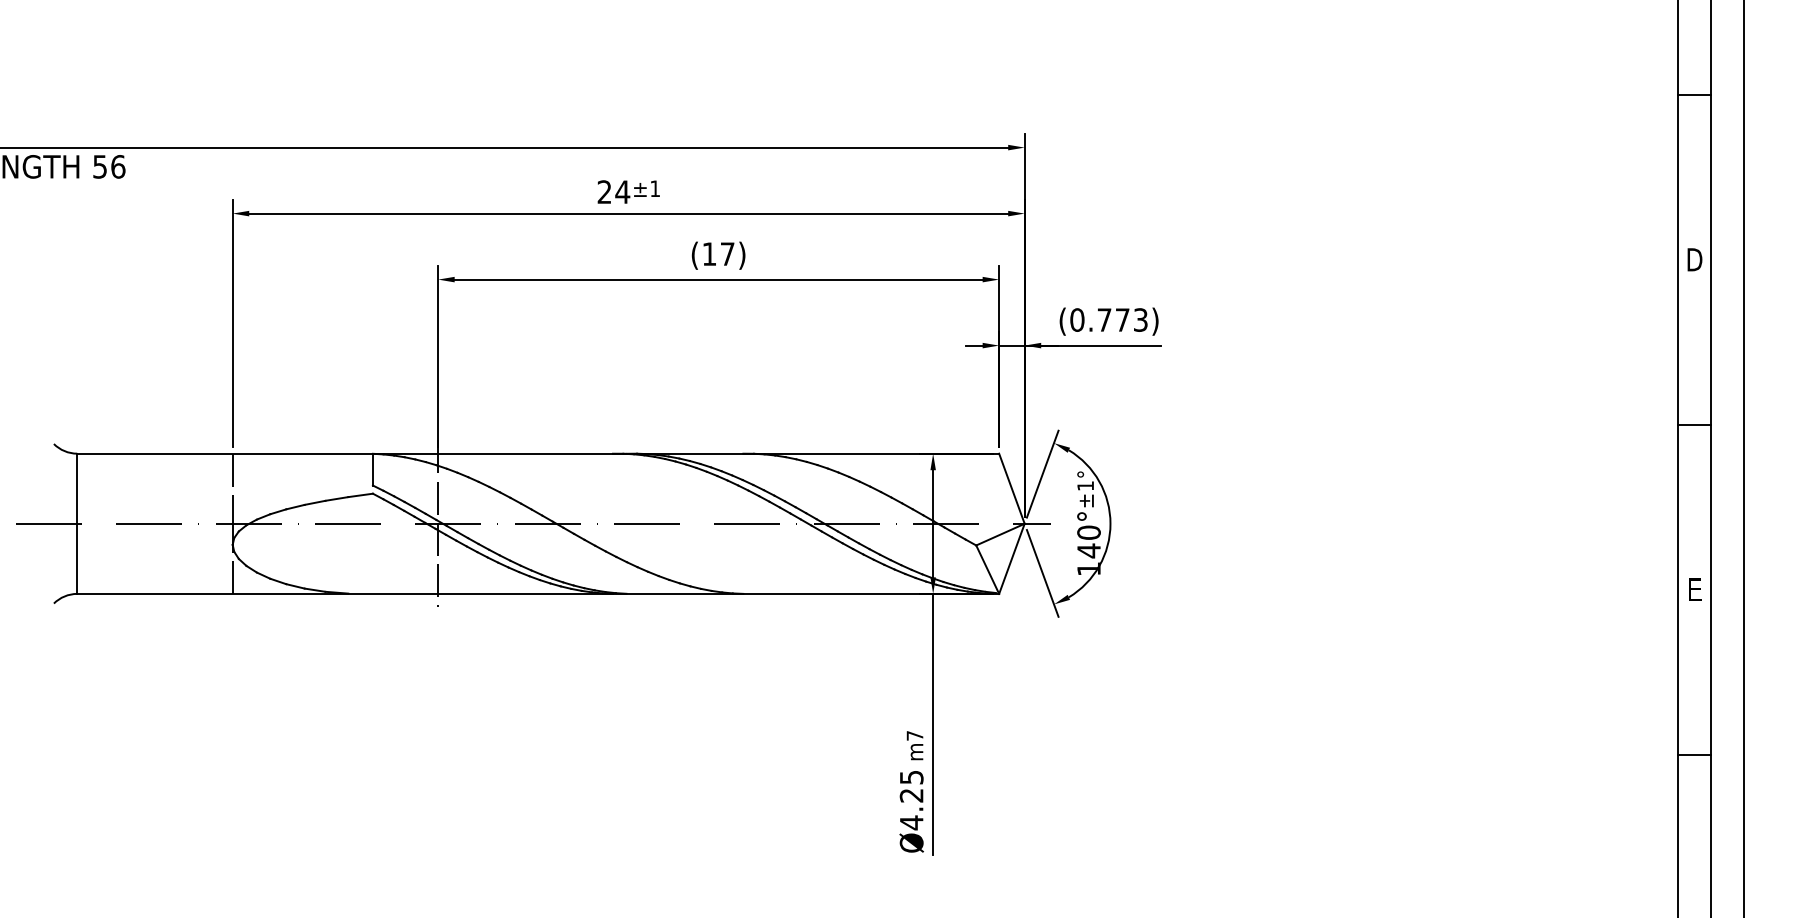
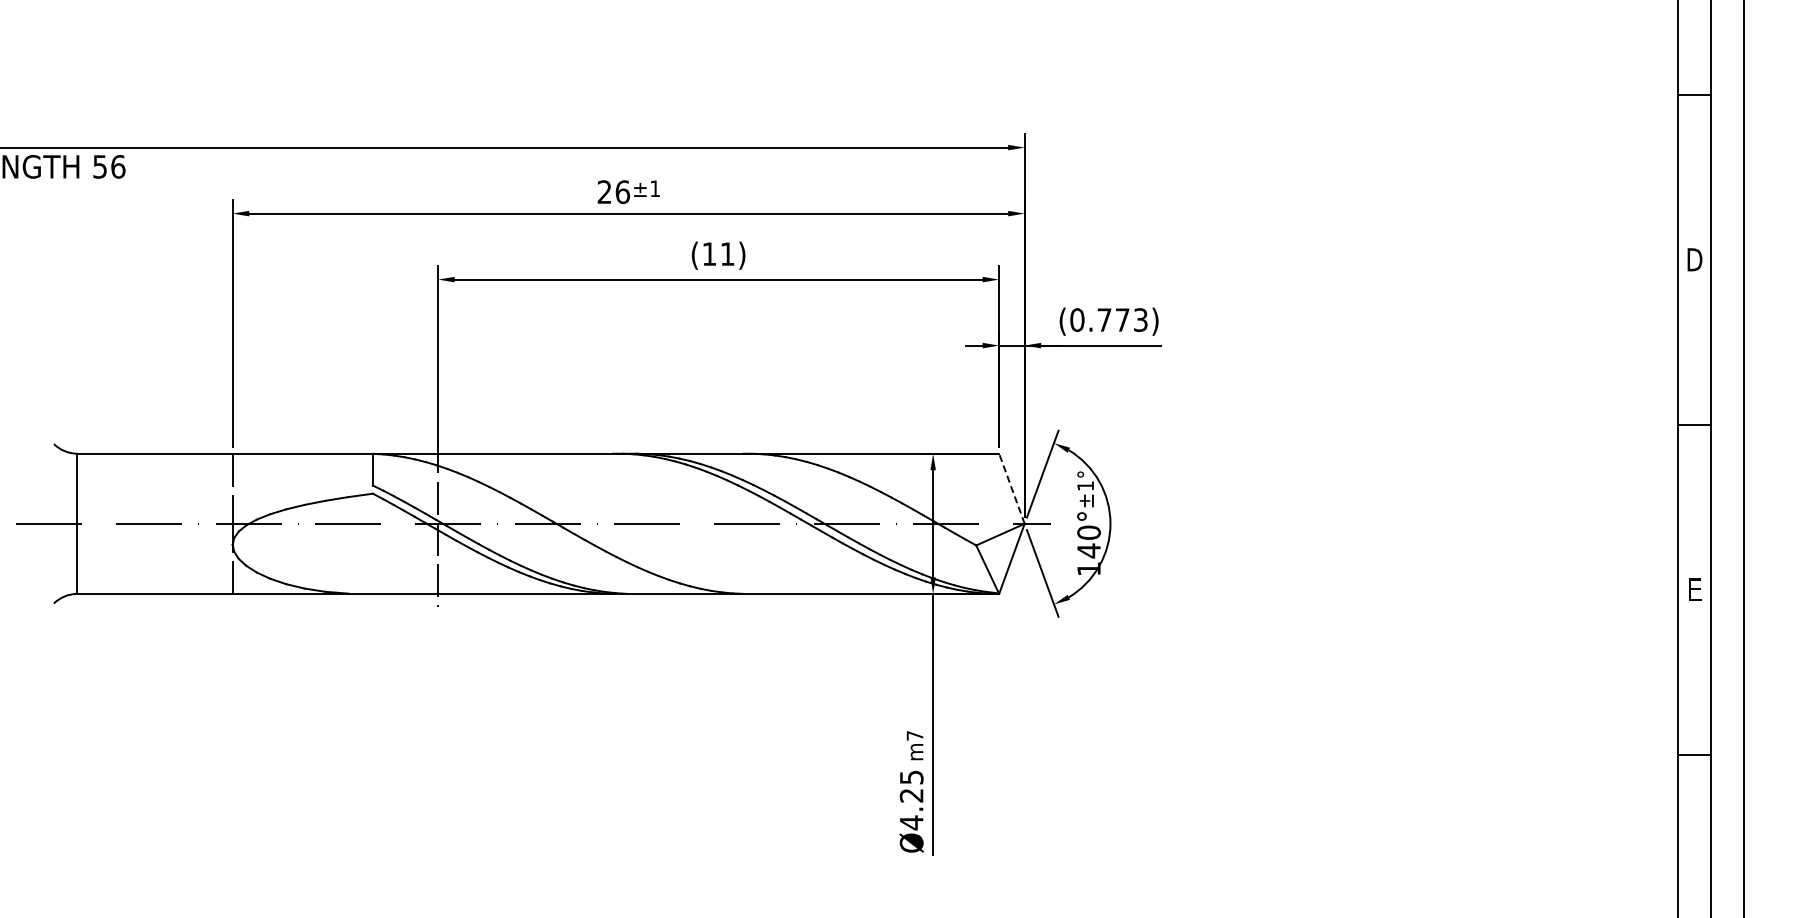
text at (622, 192): 24 -> 26
text at (727, 253): (17) -> (11)
line at (1011, 488): solid -> dashed
